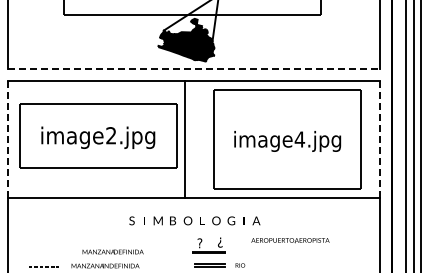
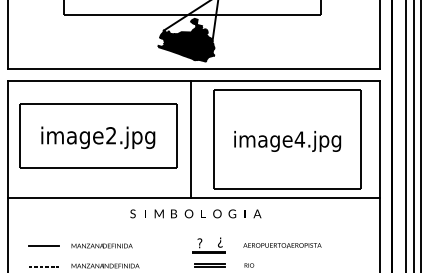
line at (194, 68): dashed -> solid
line at (184, 138) position: (184, 138) -> (190, 138)
line at (8, 139): dashed -> solid
line at (380, 139): dashed -> solid
text at (194, 220) position: (194, 220) -> (195, 213)
text at (290, 240) position: (290, 240) -> (282, 245)
line at (43, 246): none -> present
text at (112, 251) position: (112, 251) -> (101, 245)
text at (240, 265) position: (240, 265) -> (249, 265)
